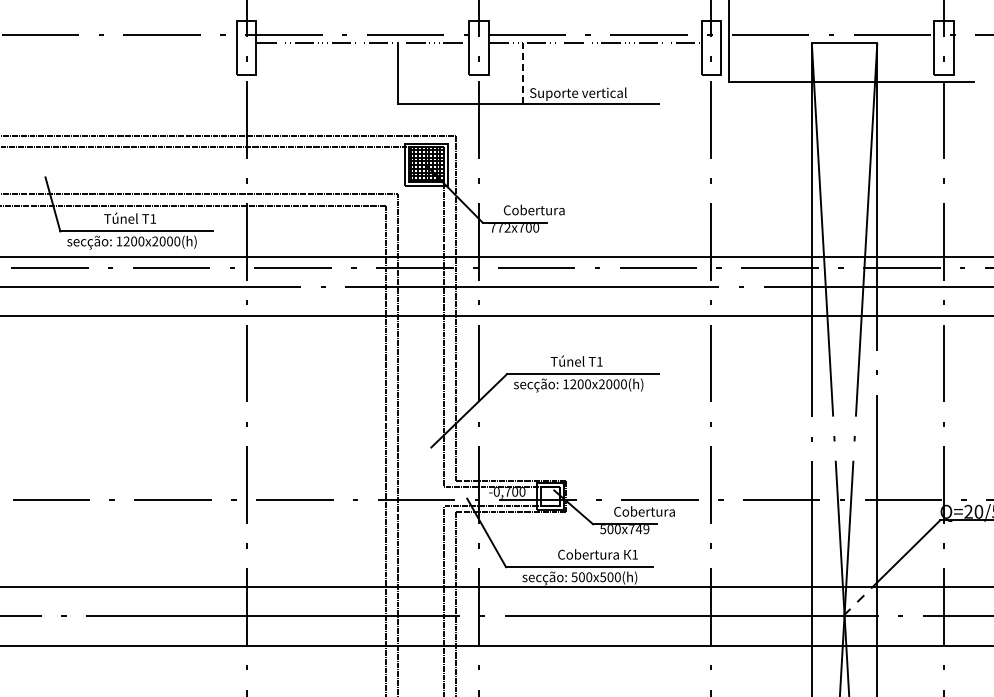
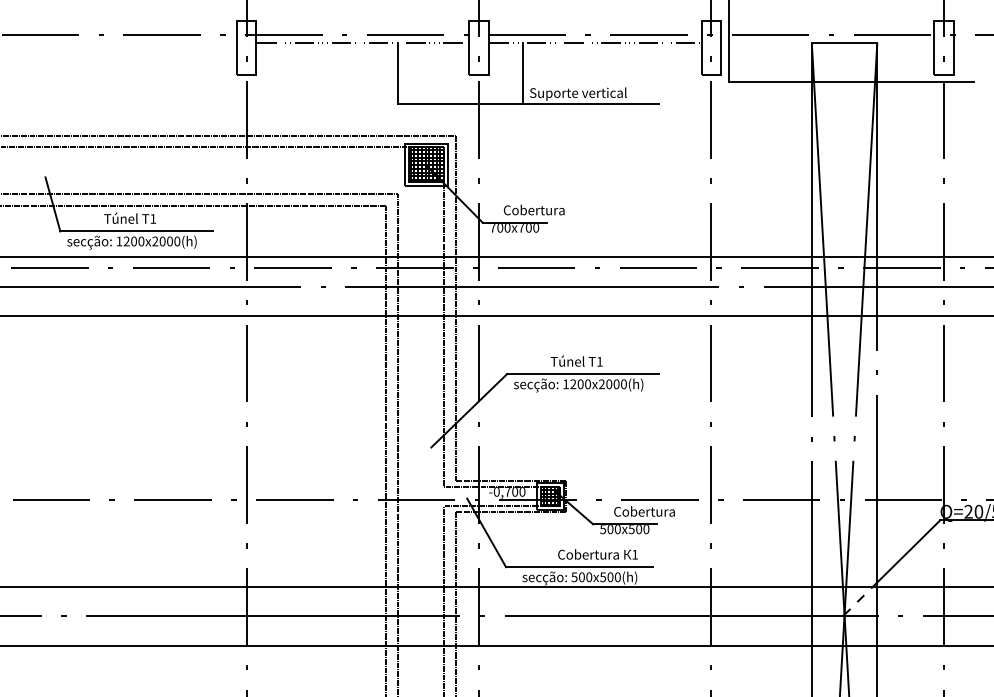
line at (523, 73): dashed -> solid
text at (503, 228): 772 -> 700
hatch at (550, 496): none -> present
text at (638, 529): 749 -> 500
